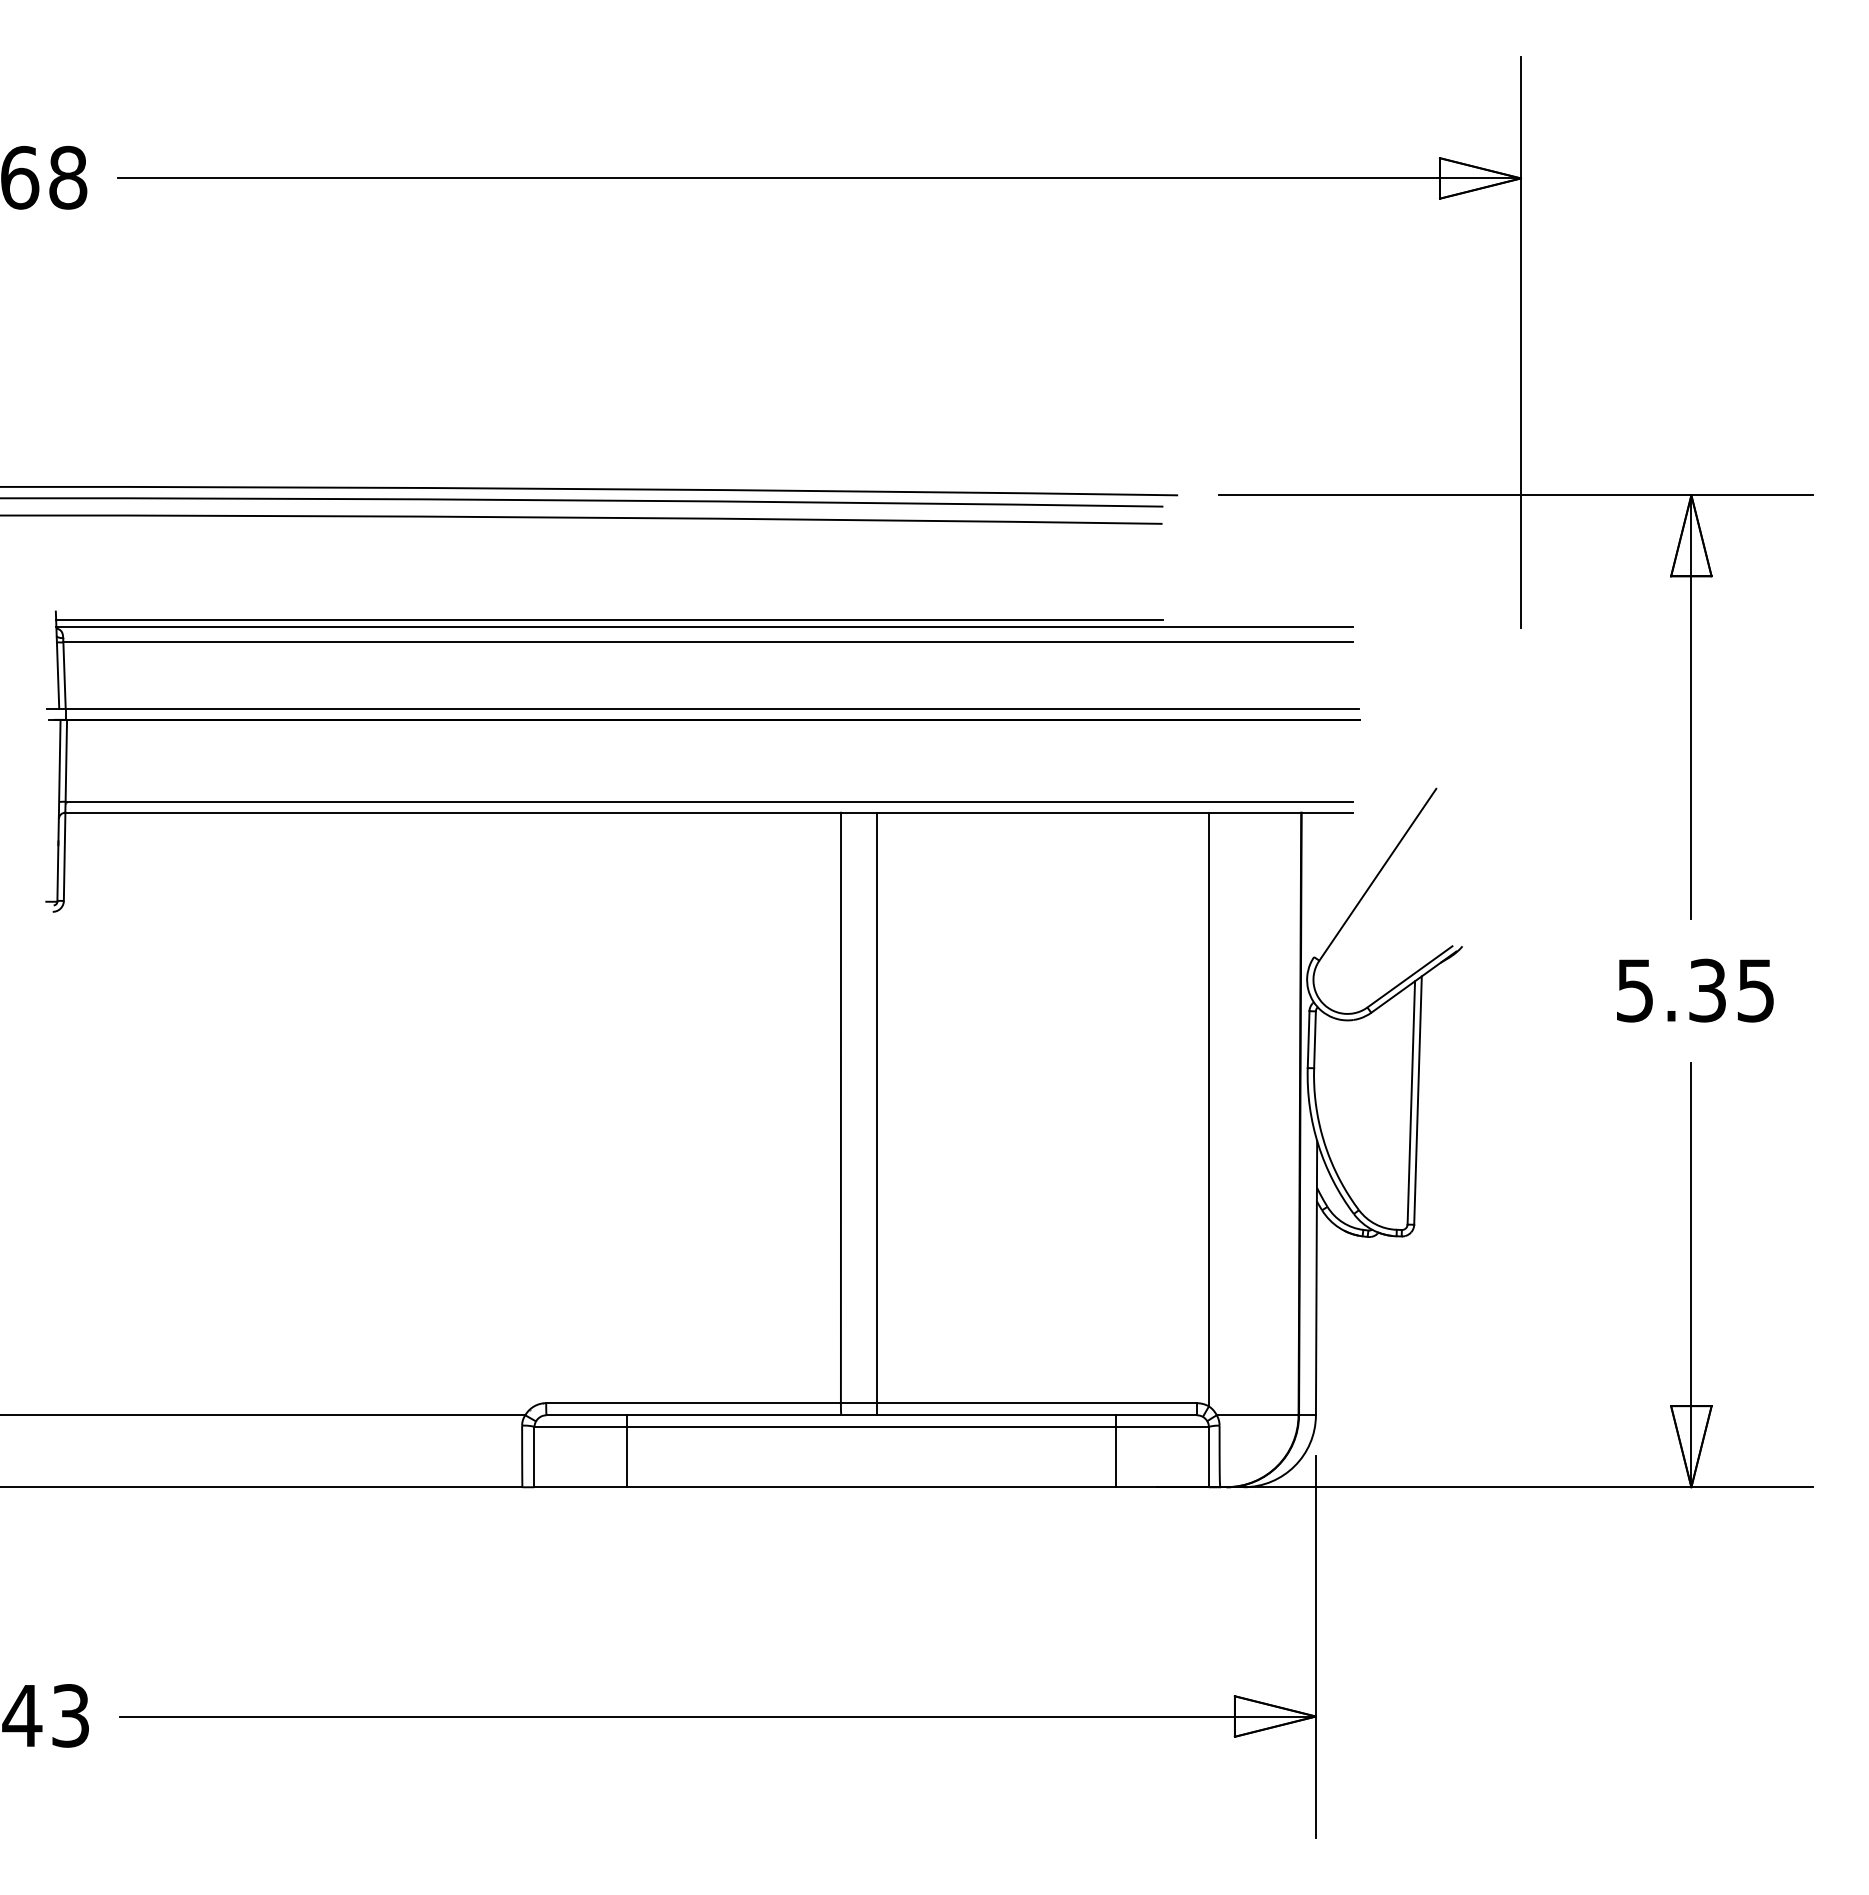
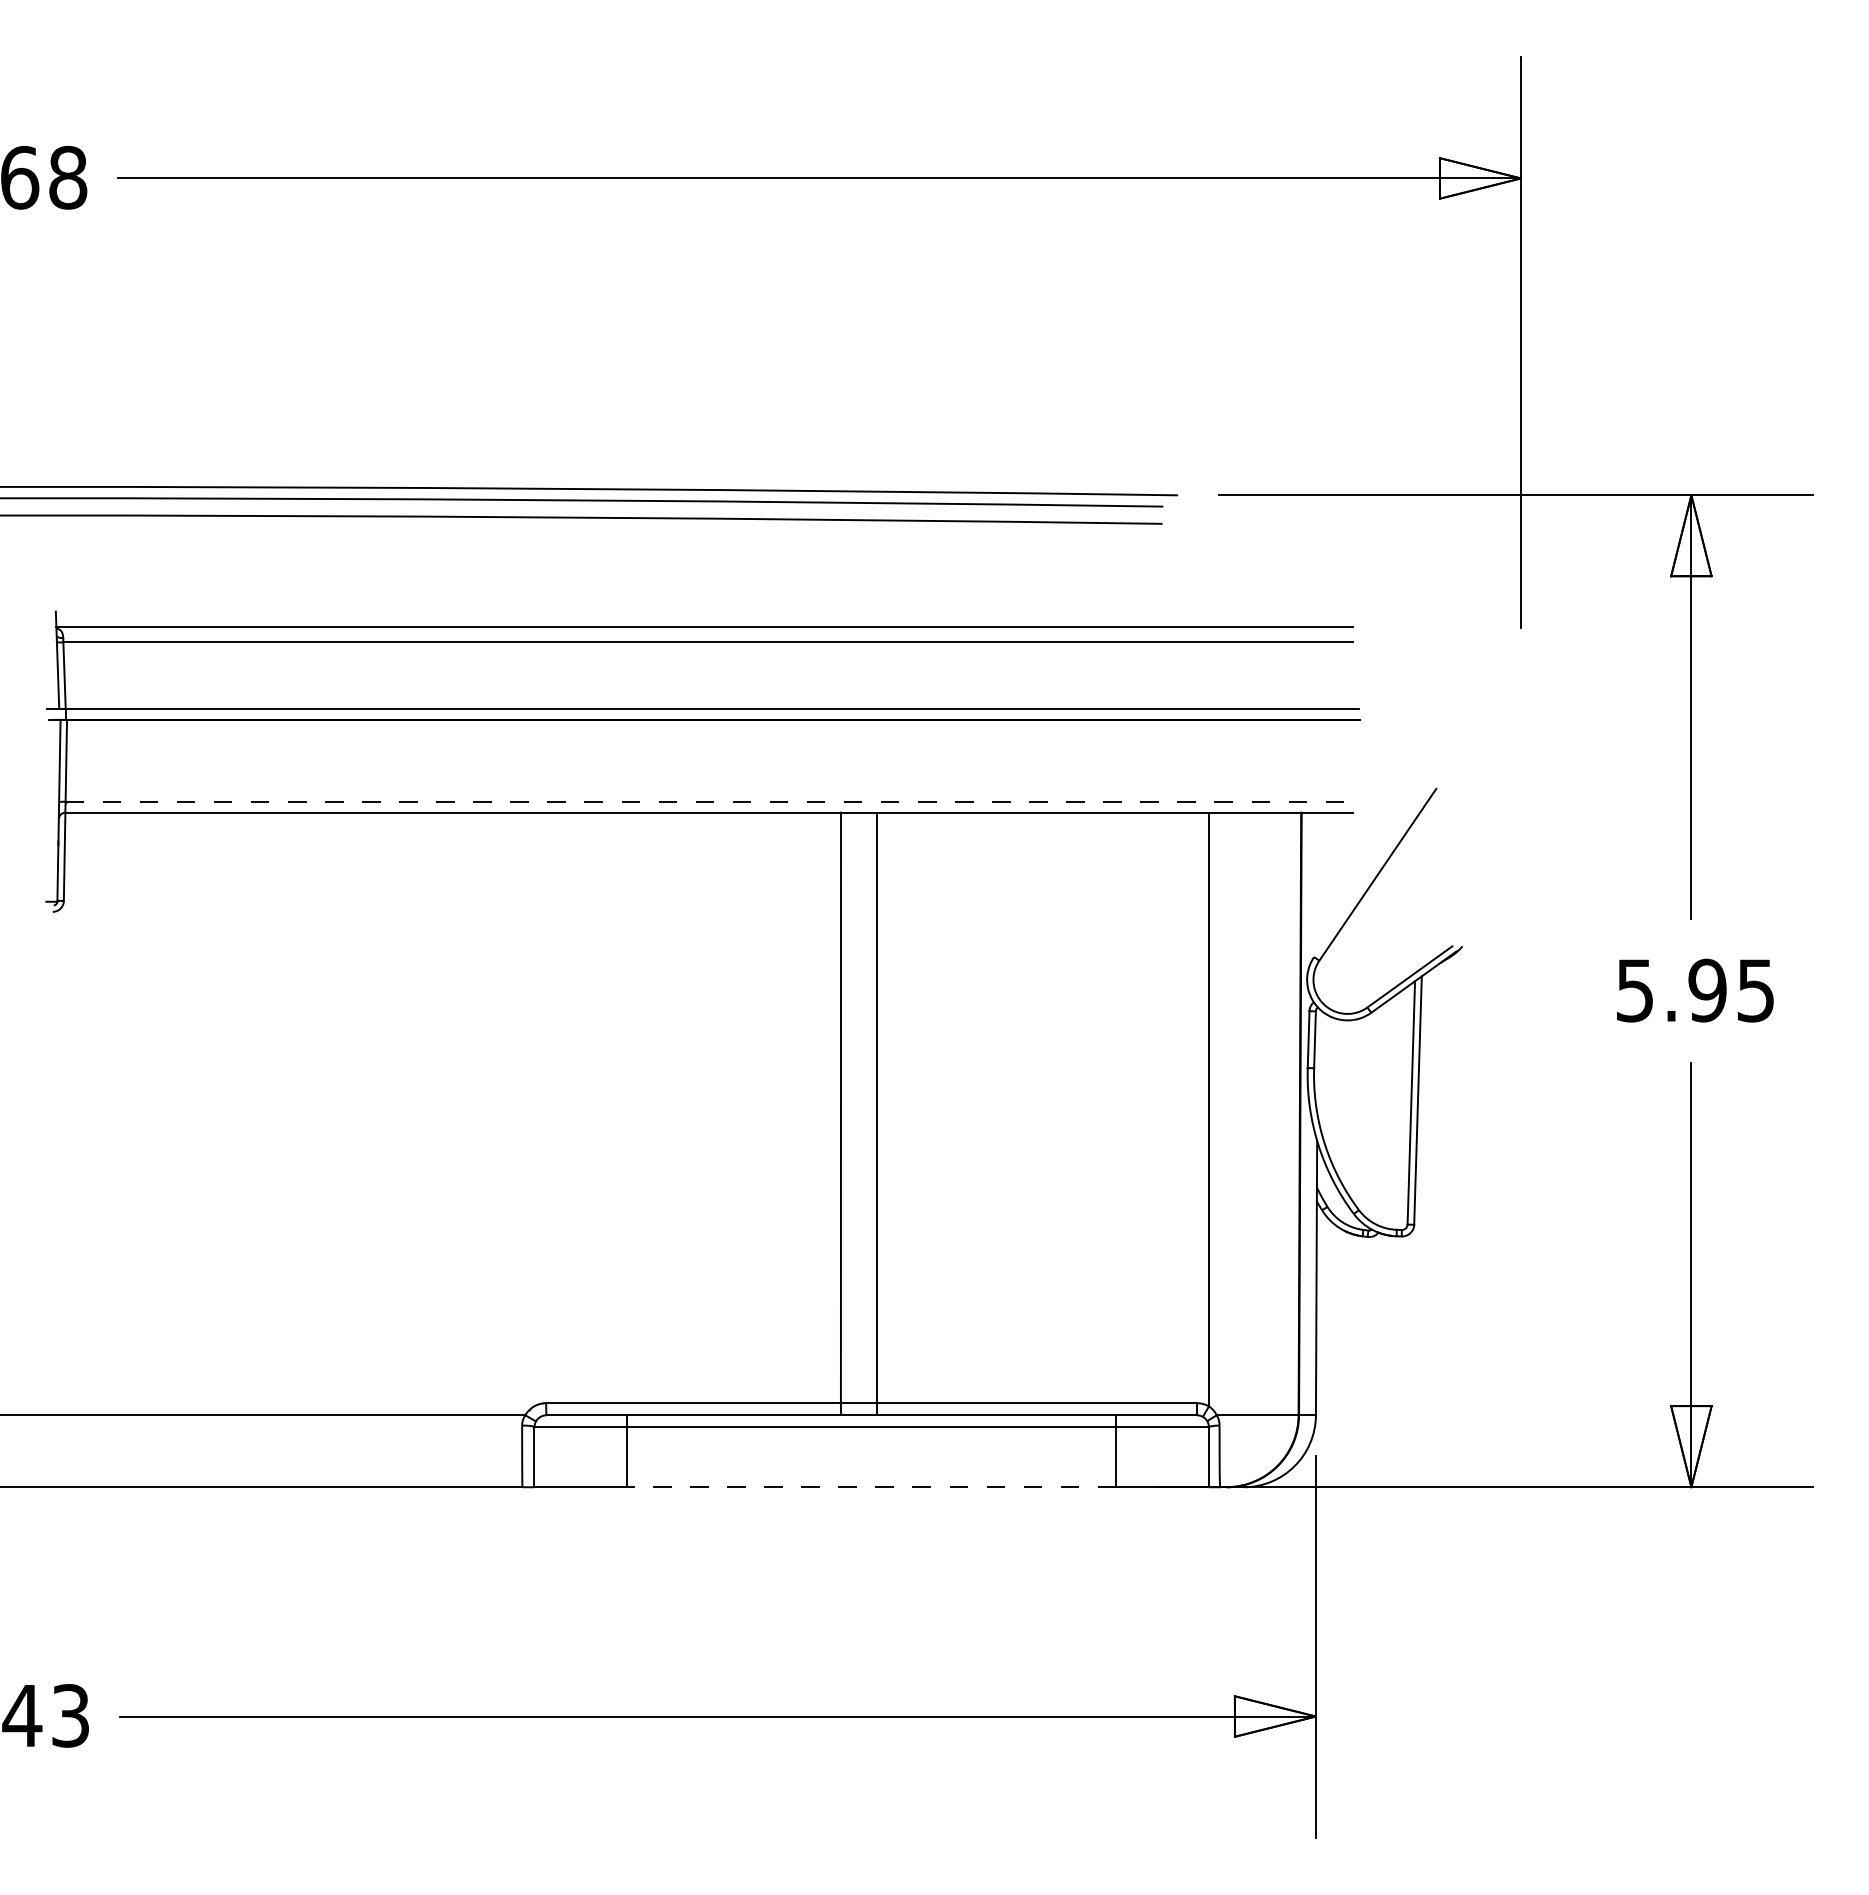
line at (609, 620): present -> none
line at (709, 801): solid -> dashed
text at (1707, 990): 5.35 -> 5.95
line at (871, 1487): solid -> dashed
